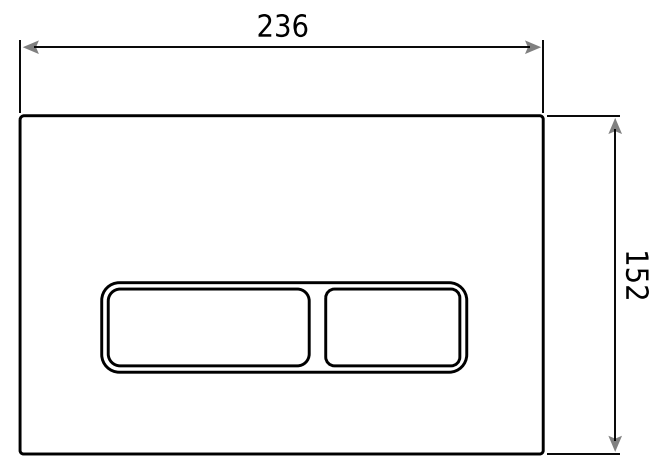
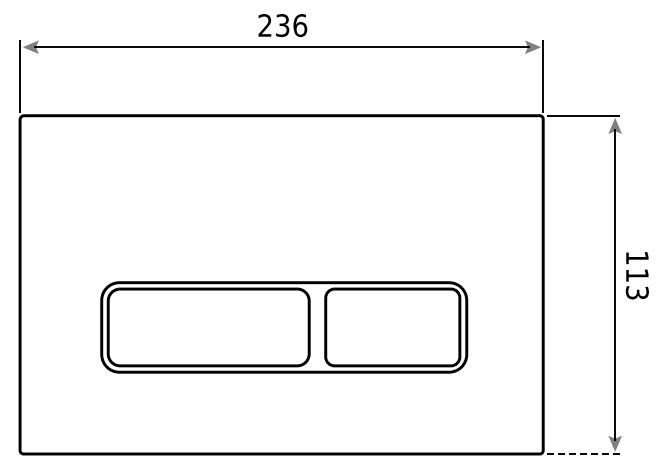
text at (636, 283): 152 -> 113
line at (583, 454): solid -> dashed
